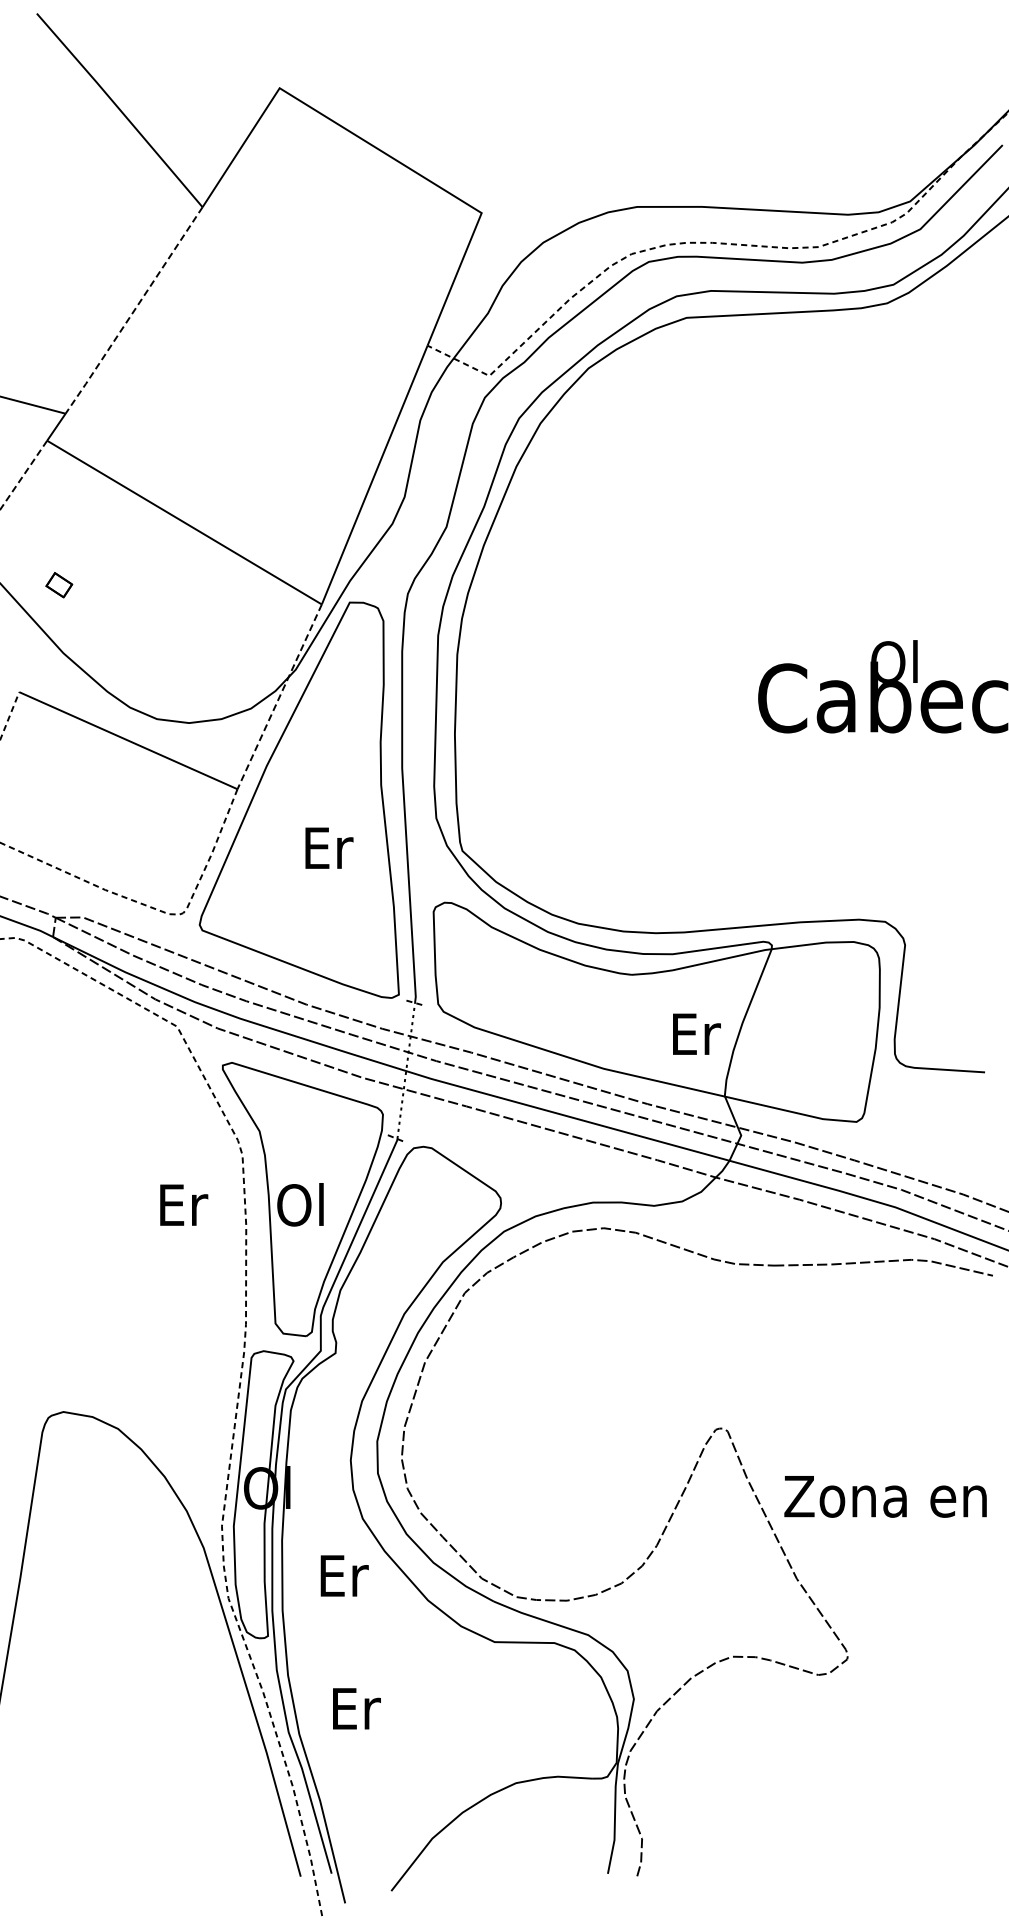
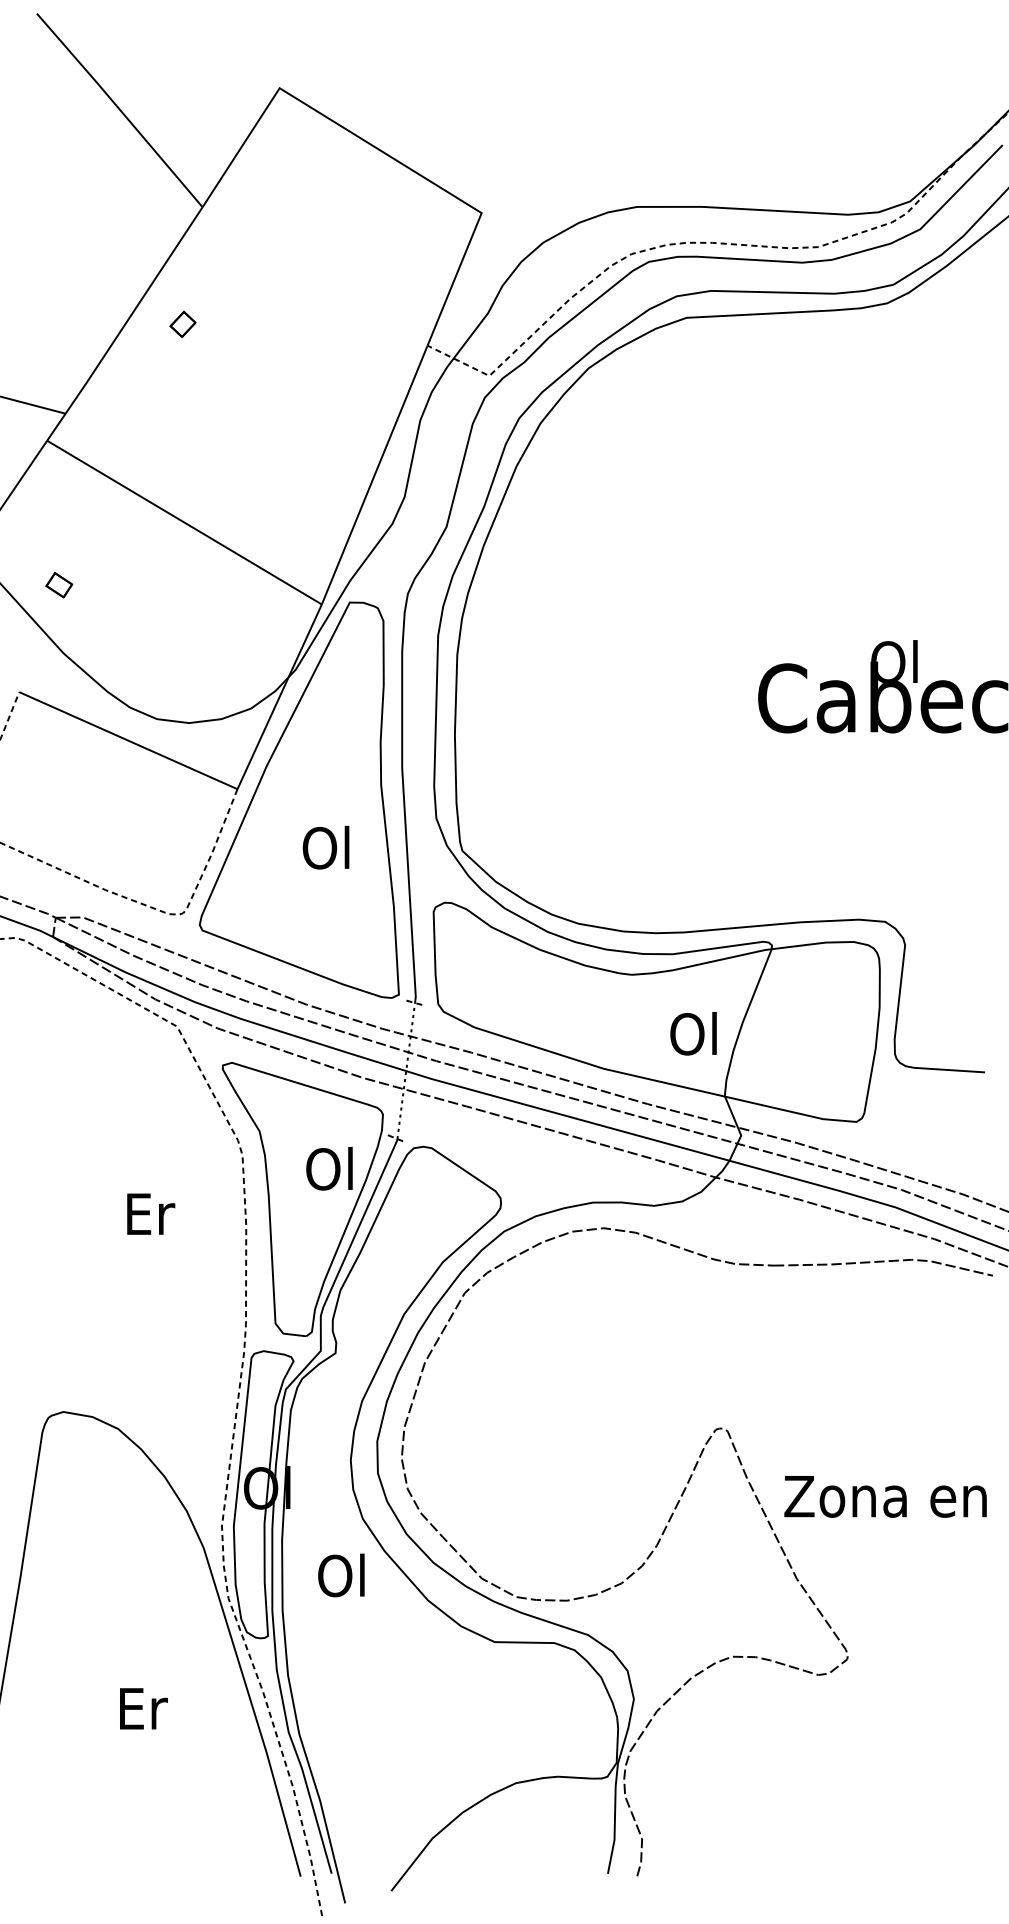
line at (133, 311): dashed -> solid
part at (182, 323): none -> present
line at (23, 475): dashed -> solid
line at (279, 696): dashed -> solid
text at (327, 847): Er -> Ol
text at (695, 1033): Er -> Ol
text at (184, 1204) position: (184, 1204) -> (151, 1213)
text at (300, 1204) position: (300, 1204) -> (329, 1168)
text at (343, 1575): Er -> Ol
text at (356, 1708) position: (356, 1708) -> (143, 1708)
